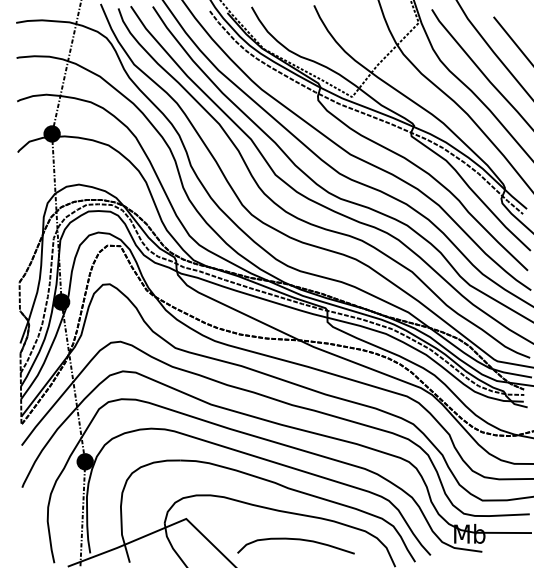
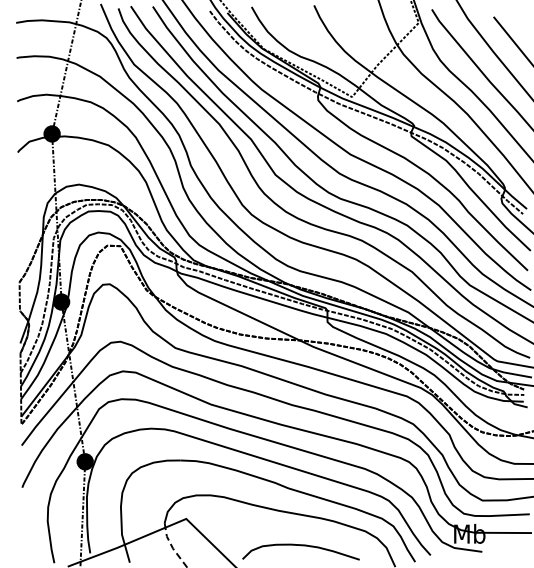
curve at (295, 540) position: (295, 540) -> (300, 546)
line at (172, 546): solid -> dashed
